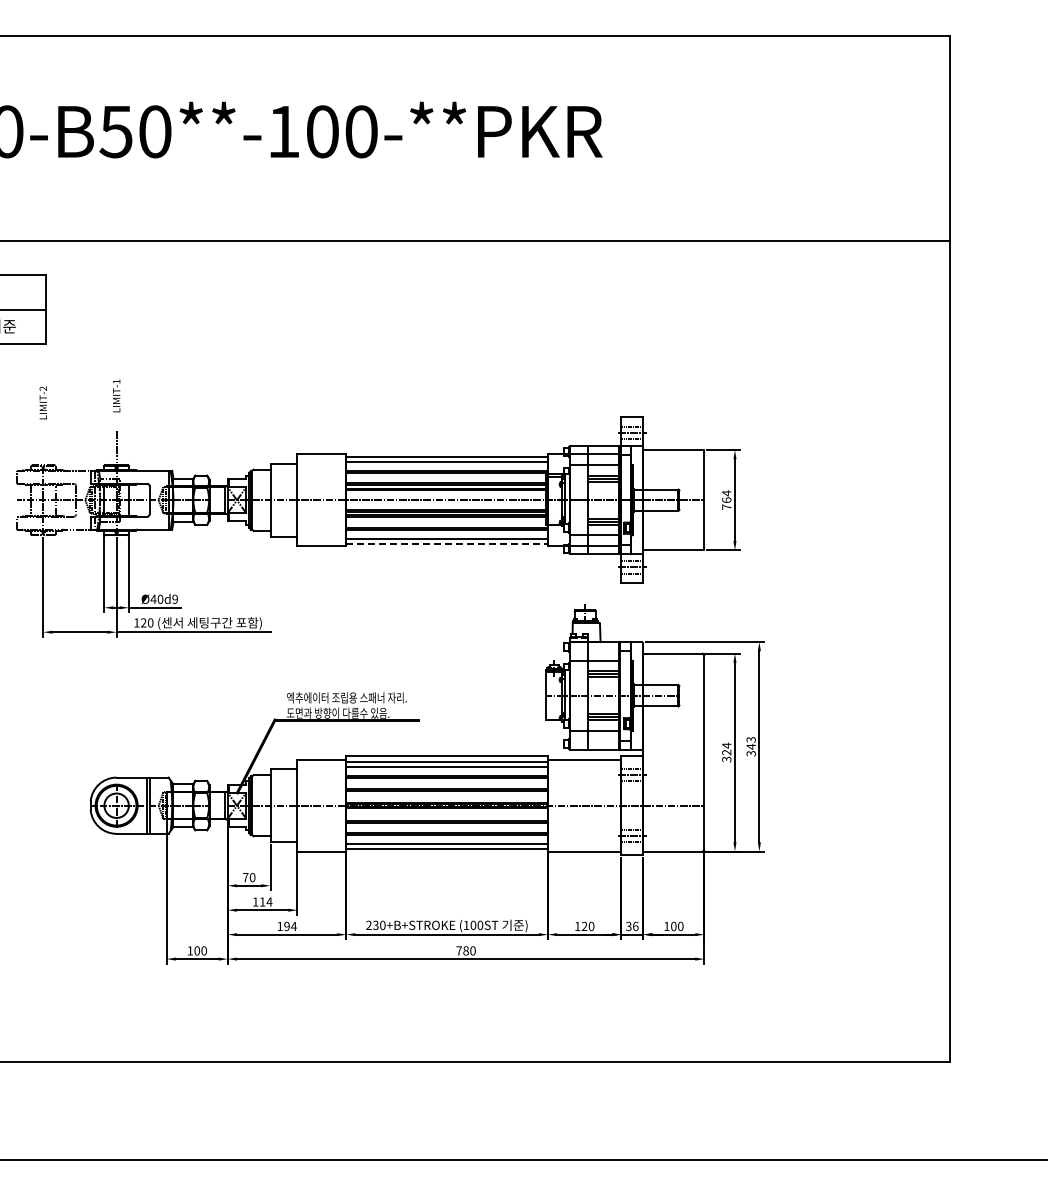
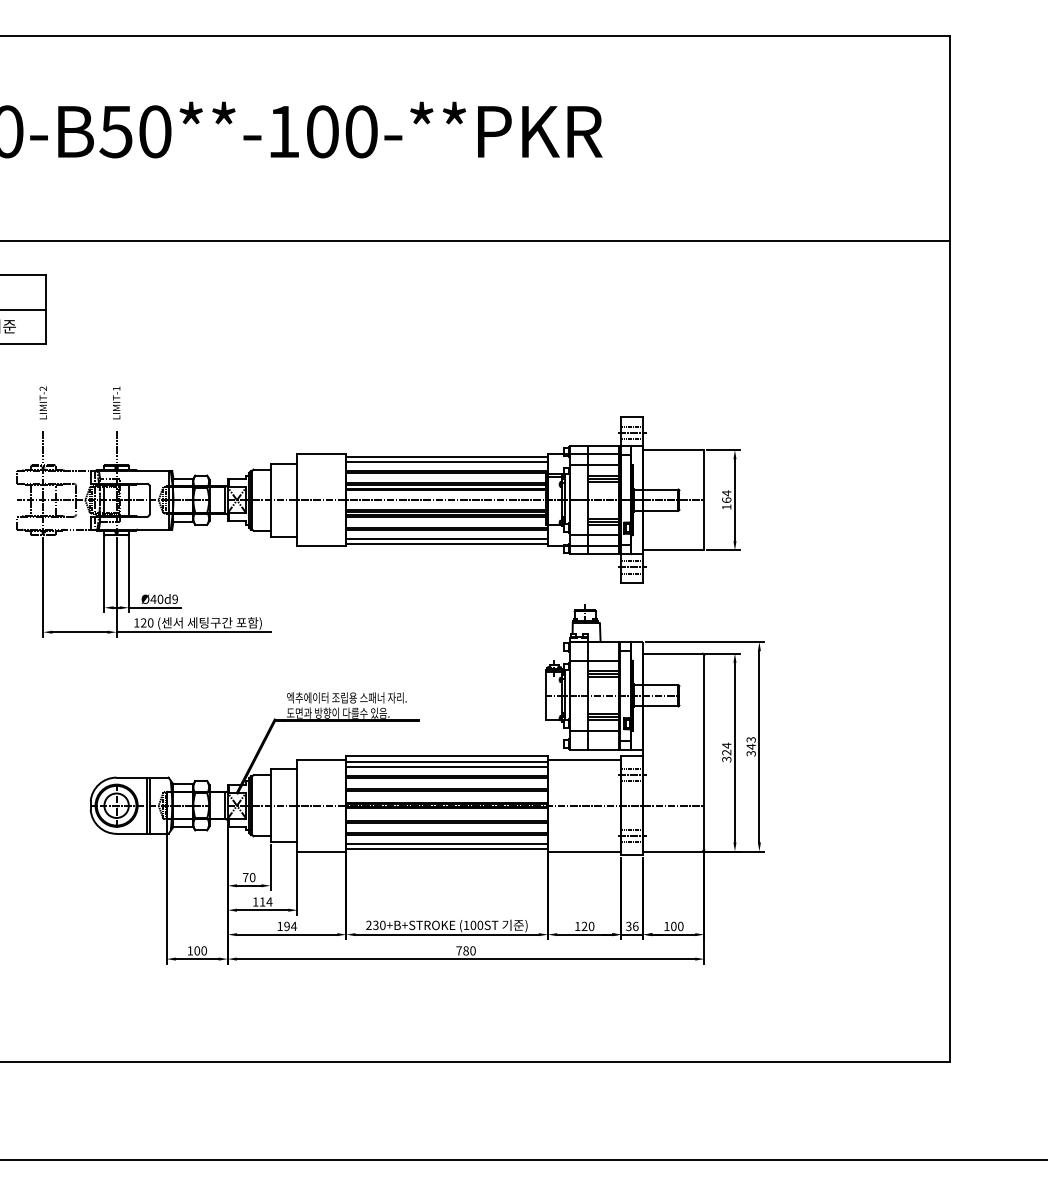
text at (116, 395) position: (116, 395) -> (116, 402)
line at (43, 446): none -> present
text at (726, 506): 764 -> 164
line at (447, 543): dashed -> solid
